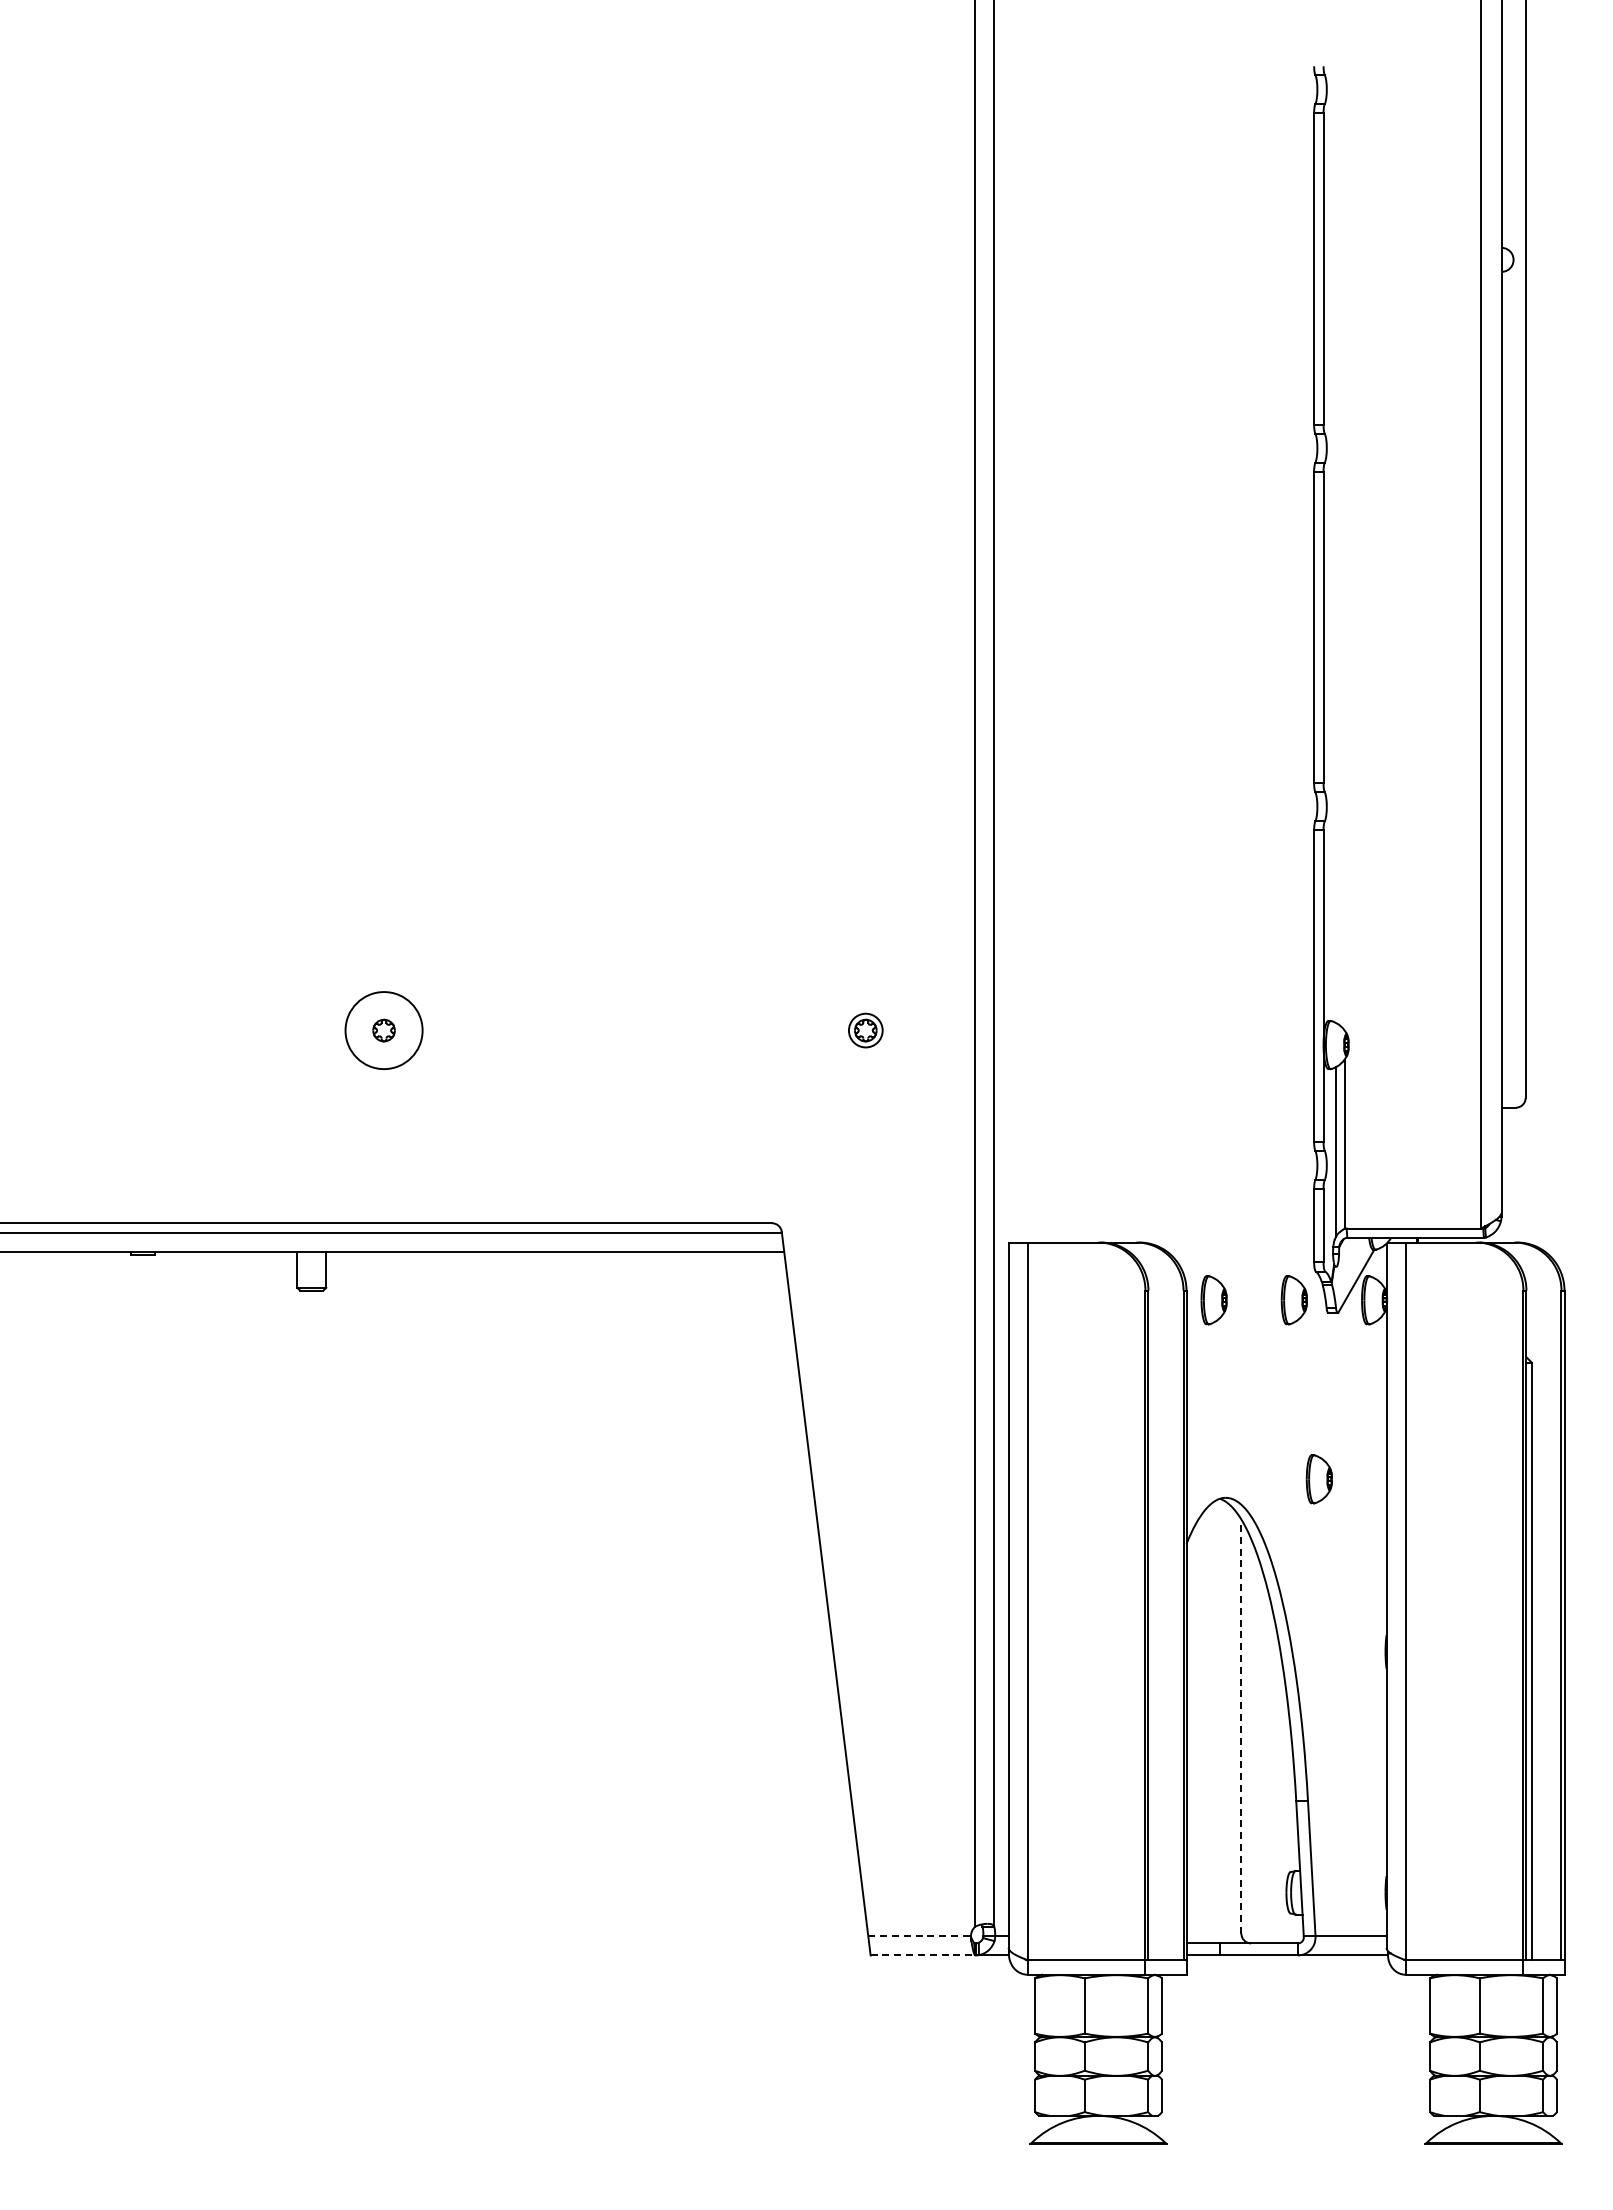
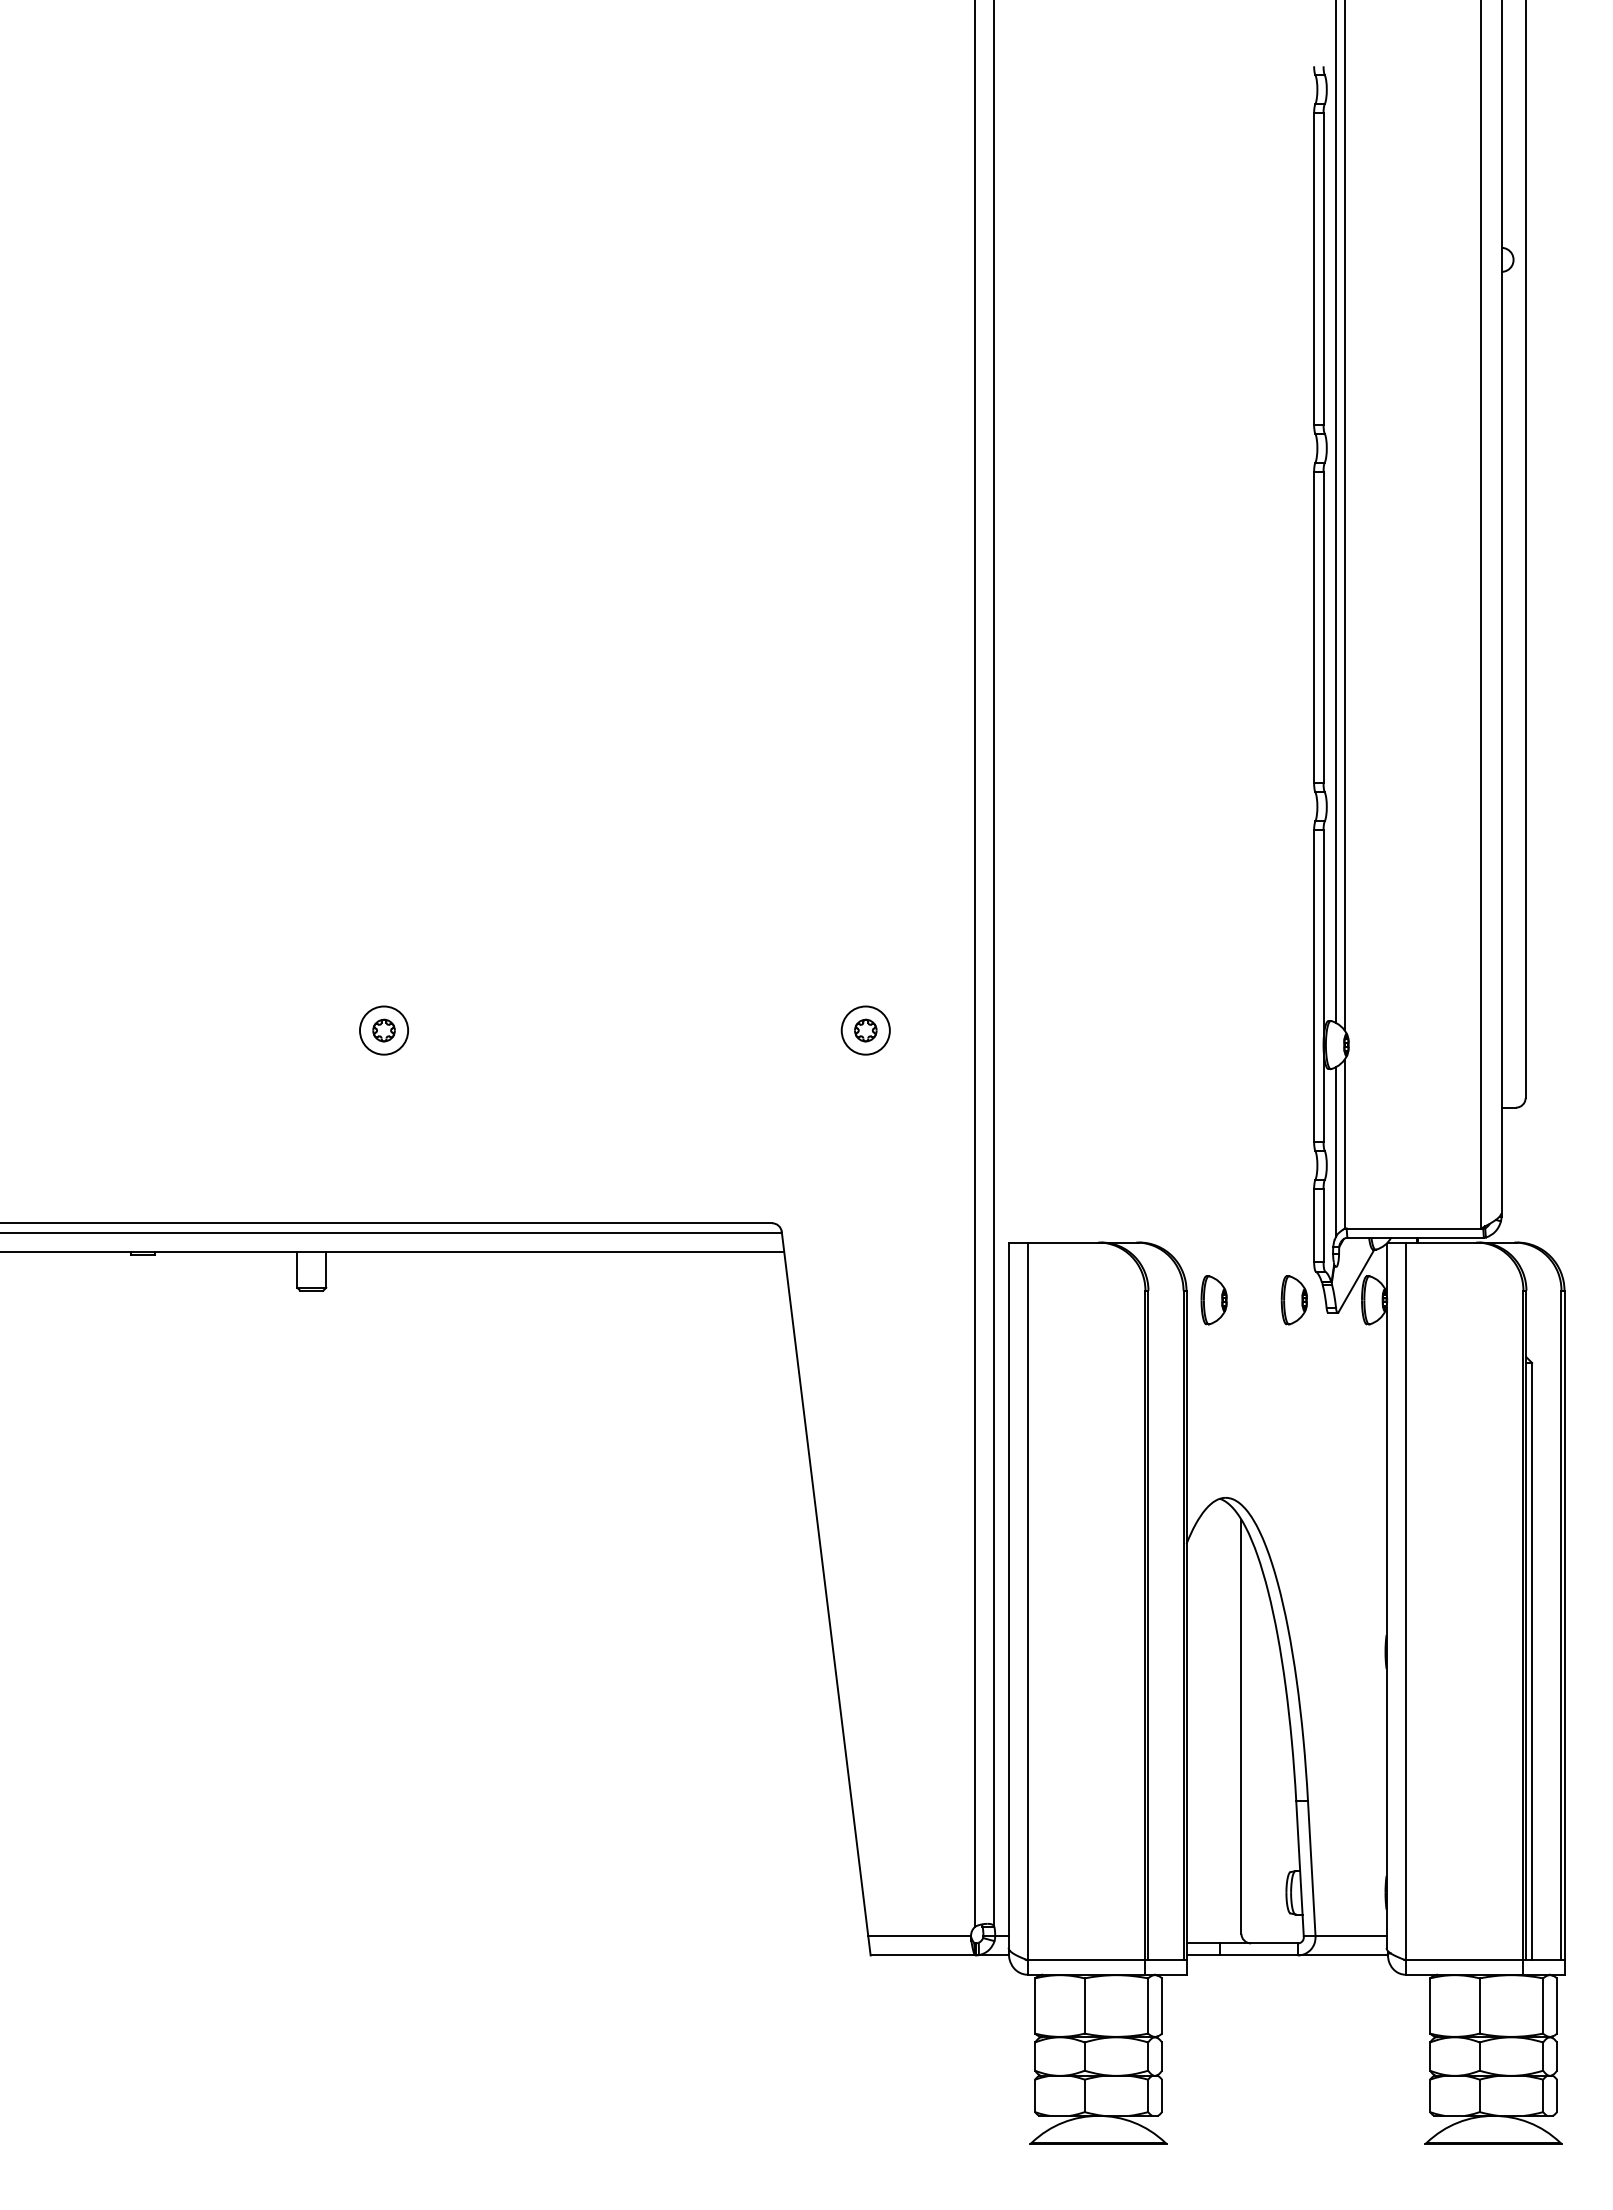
line at (1336, 512): none -> present
line at (1344, 516): none -> present
circle at (383, 1030) diameter: 77 px -> 48 px
circle at (865, 1030) diameter: 34 px -> 48 px
part at (1318, 1479): present -> none
line at (1241, 1726): dashed -> solid
line at (920, 1936): dashed -> solid
line at (923, 1955): dashed -> solid
